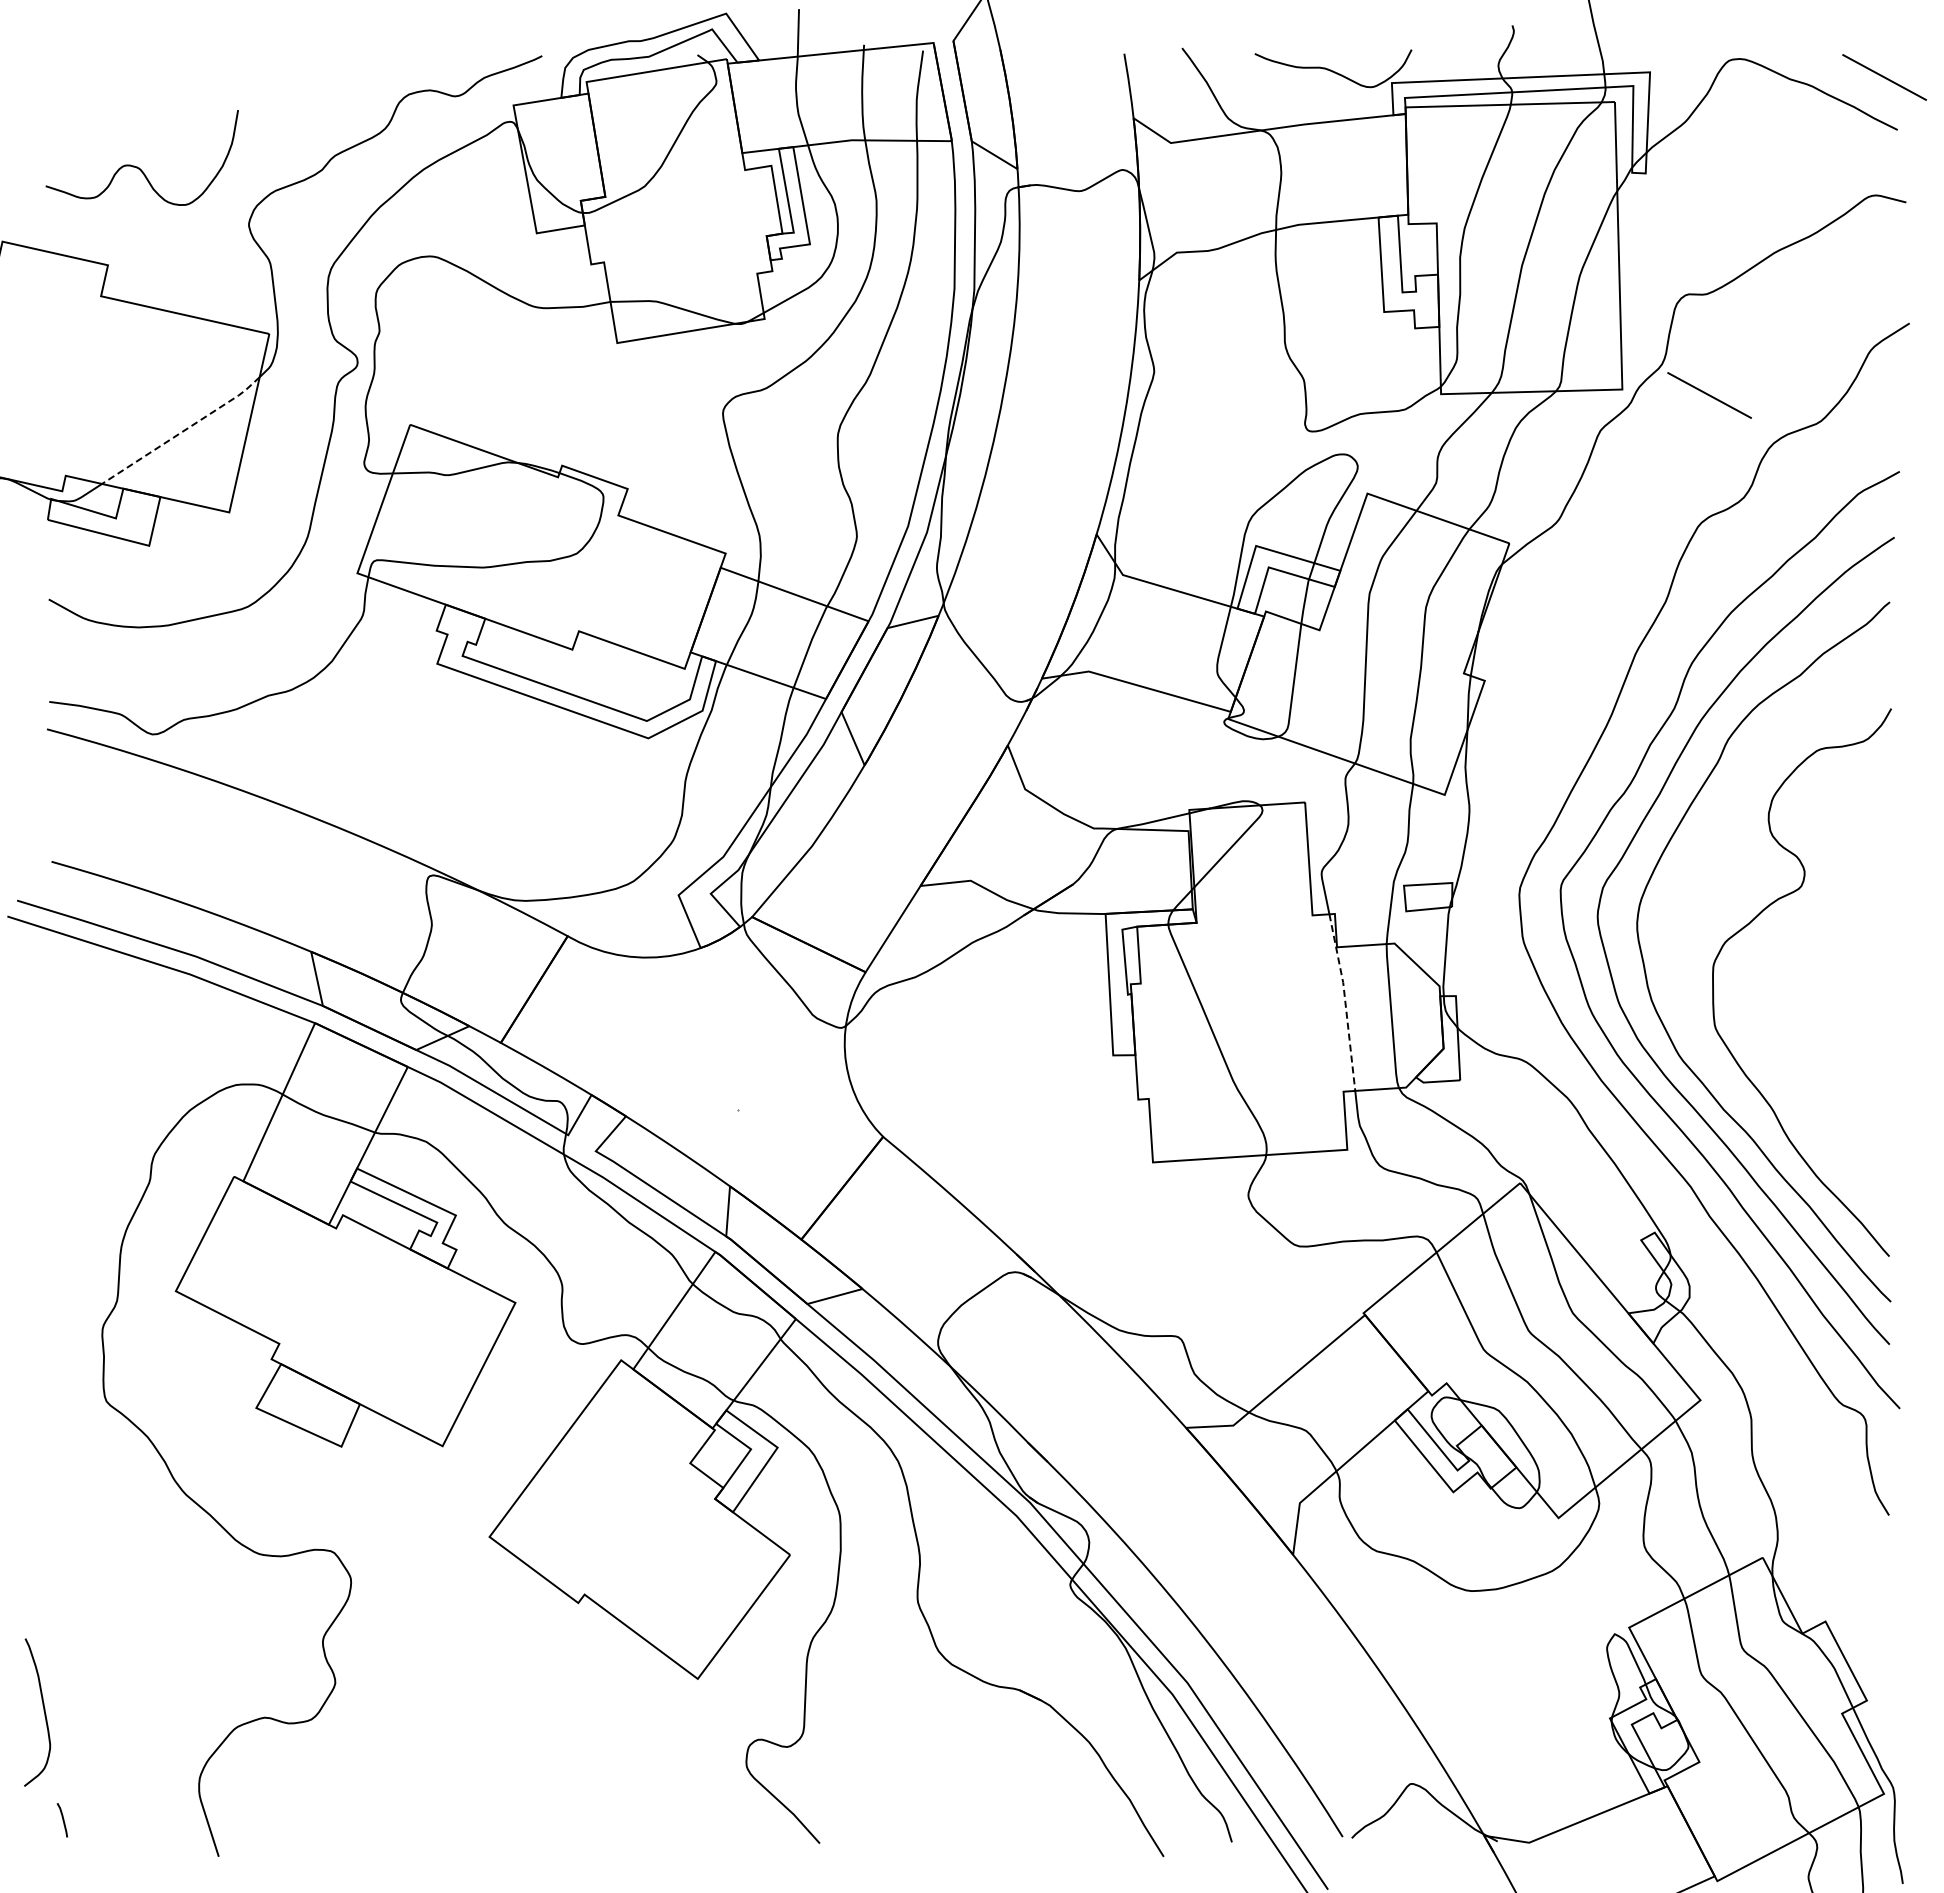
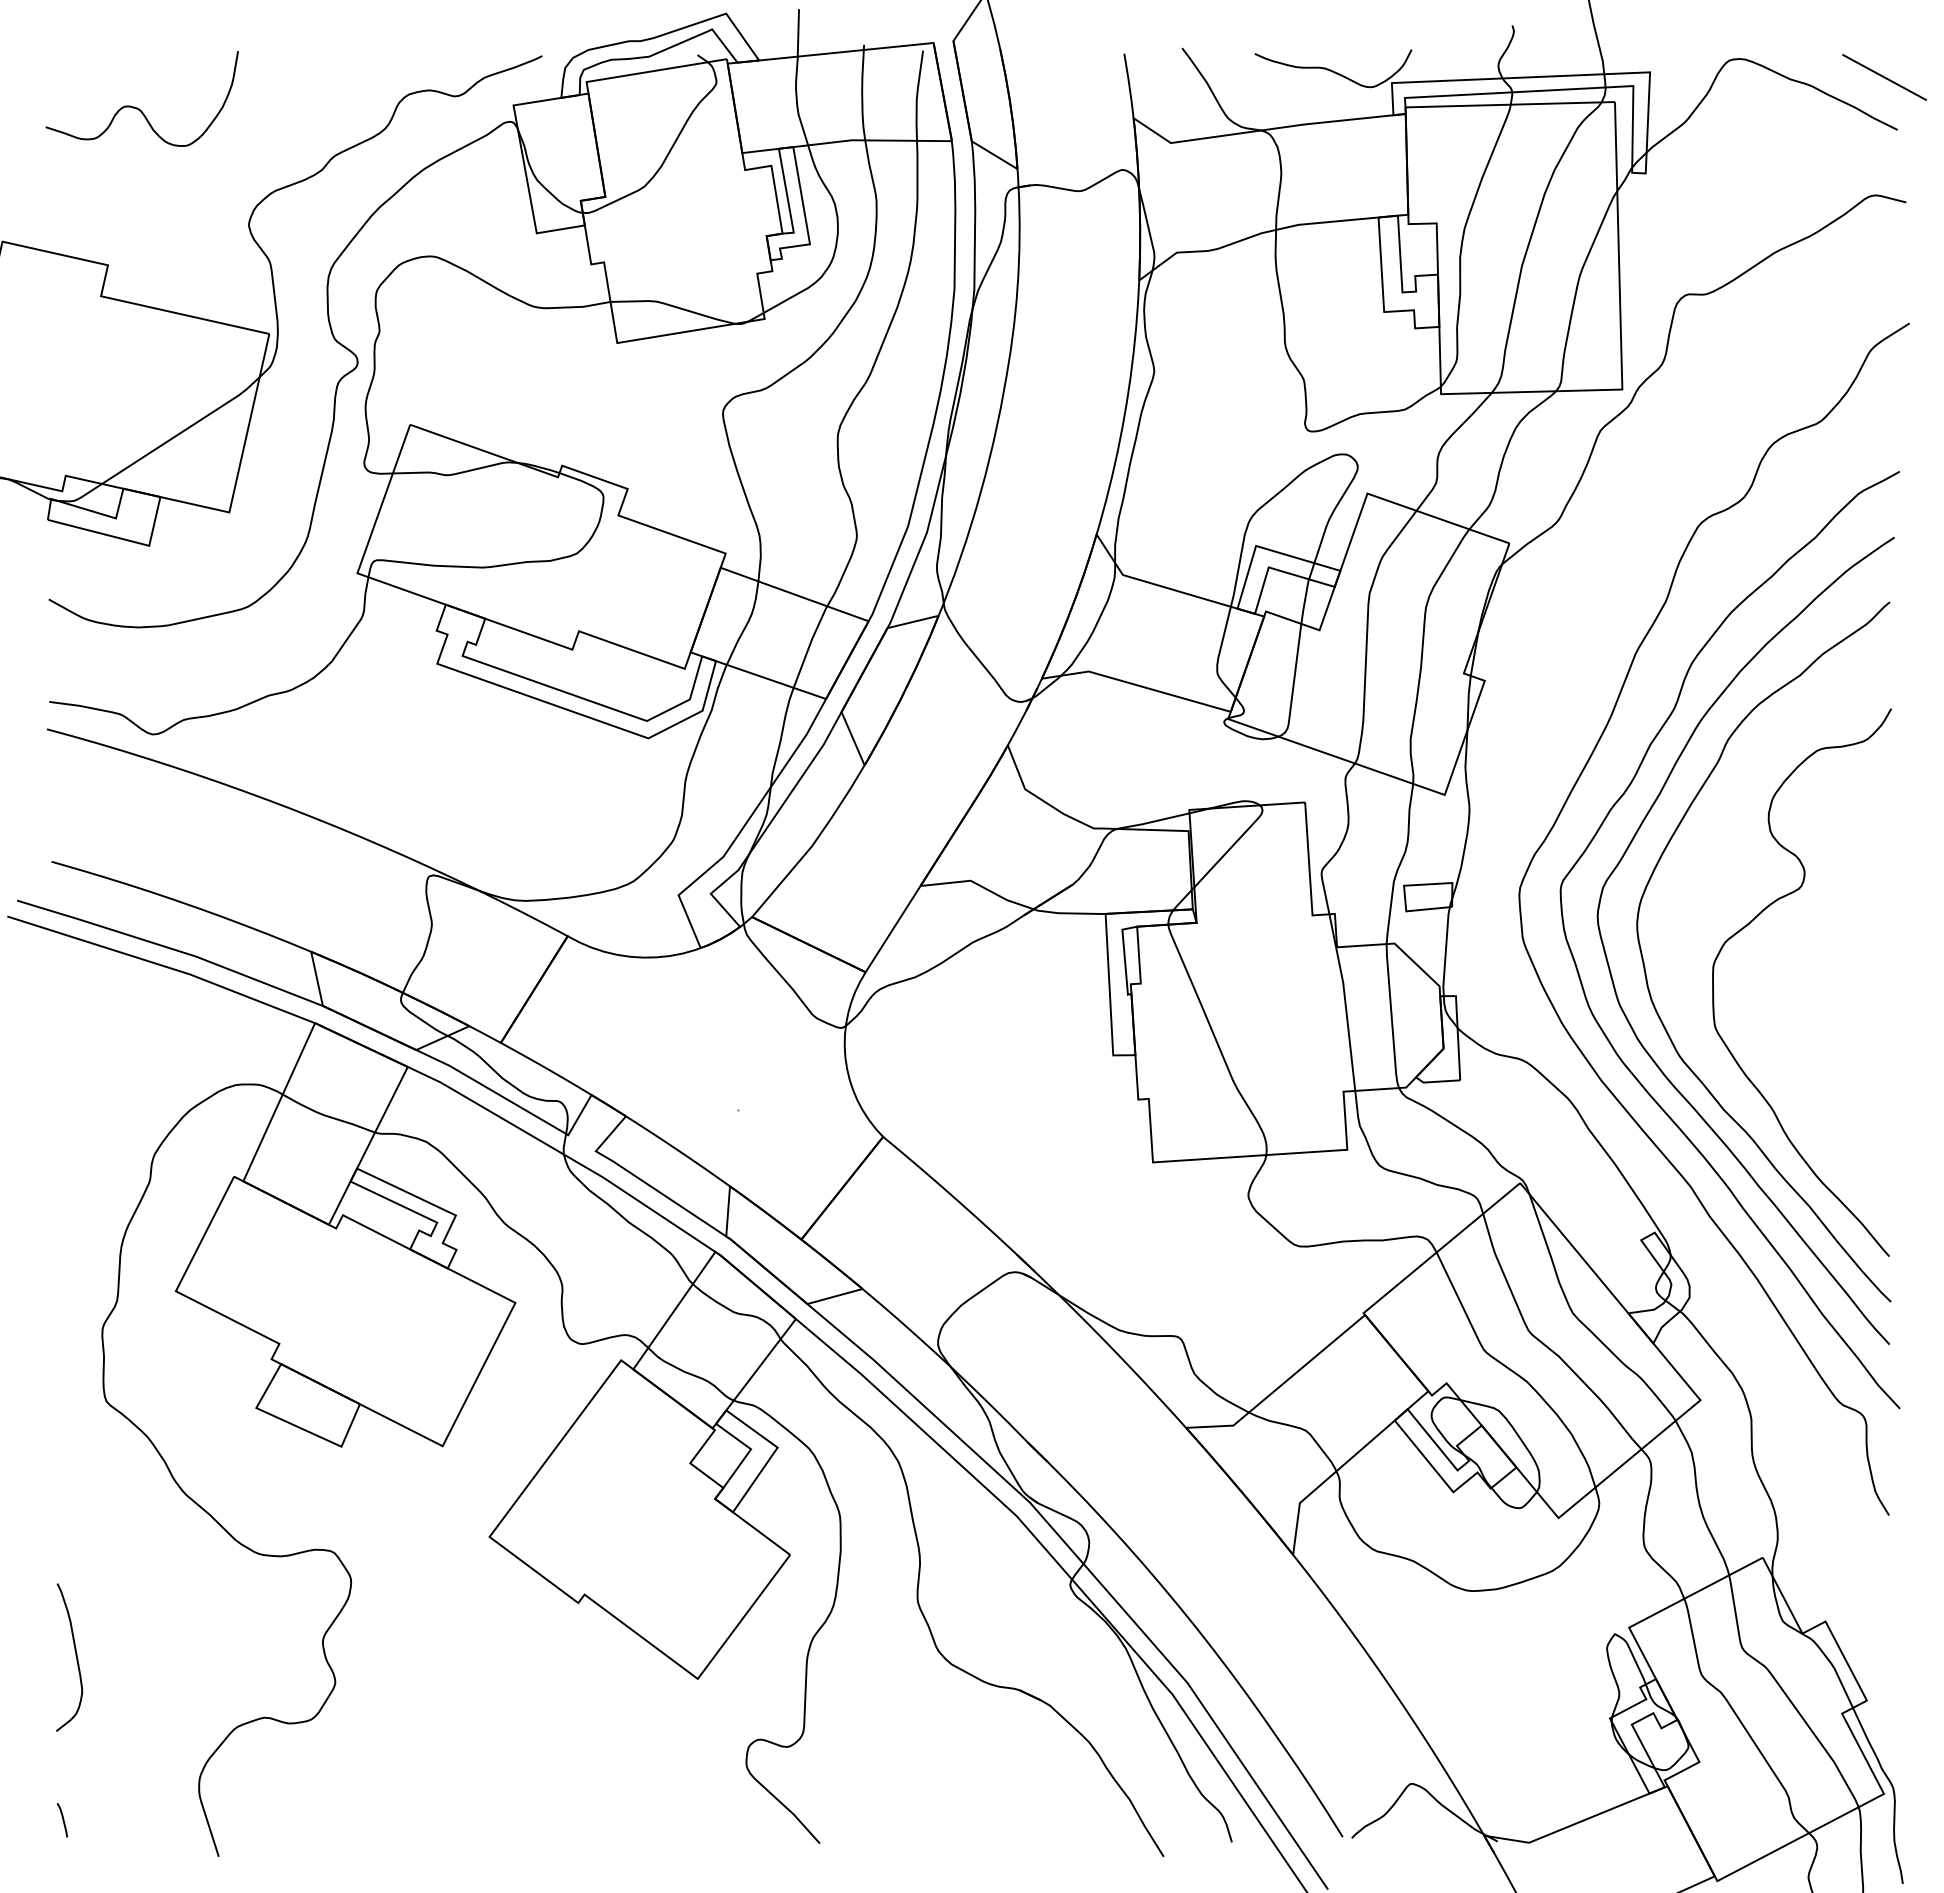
curve at (137, 166) position: (137, 166) -> (137, 107)
line at (1709, 395): present -> none
line at (183, 431): dashed -> solid
line at (1345, 1002): dashed -> solid
curve at (43, 1711) position: (43, 1711) -> (75, 1656)
